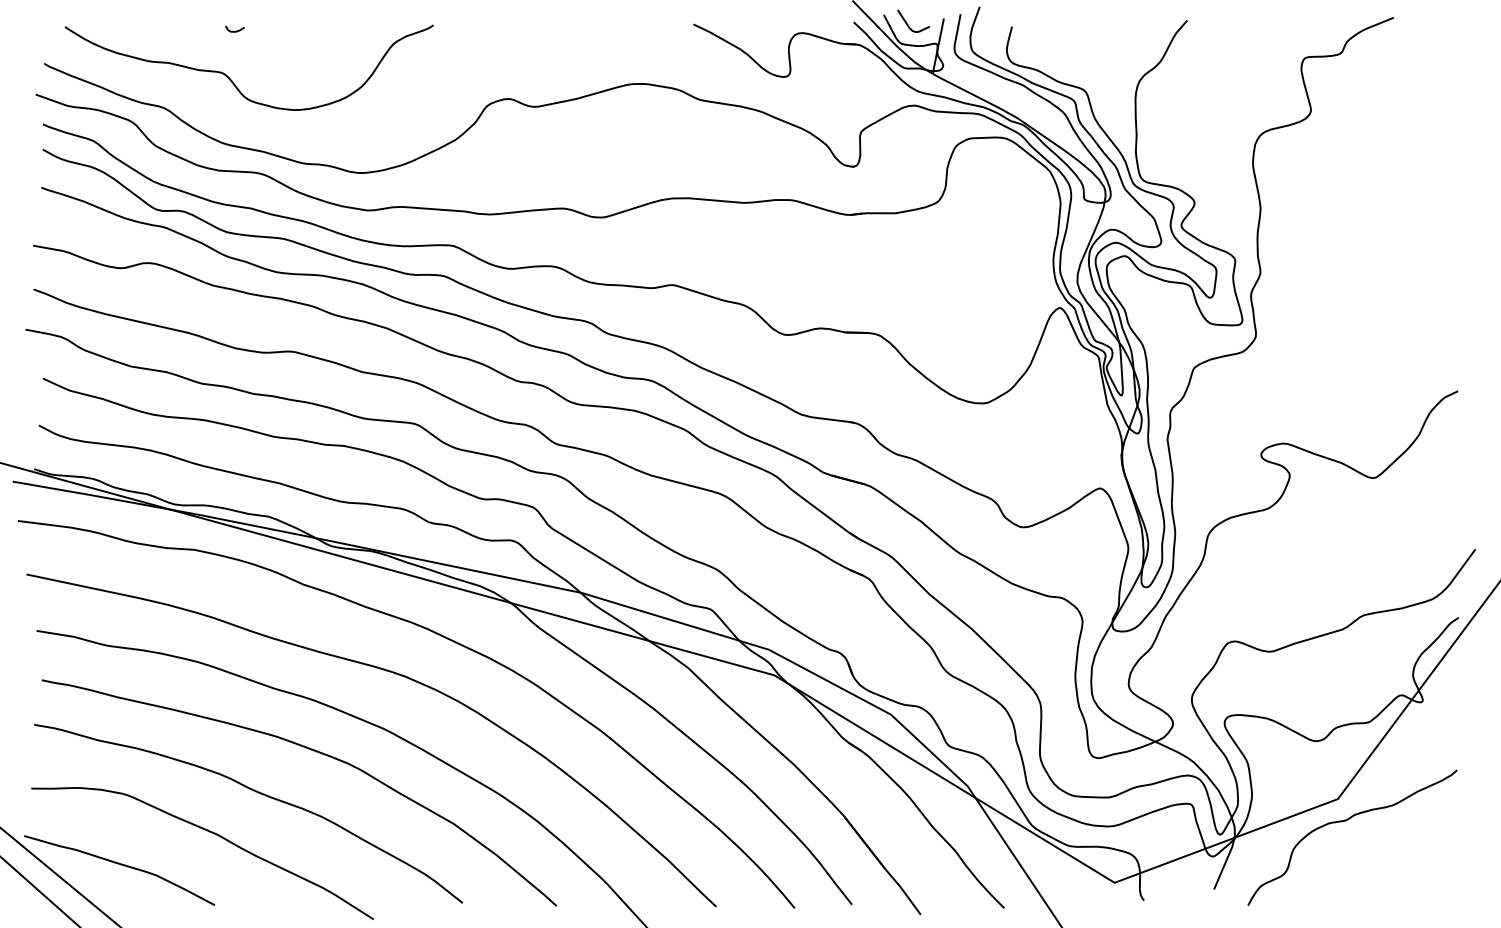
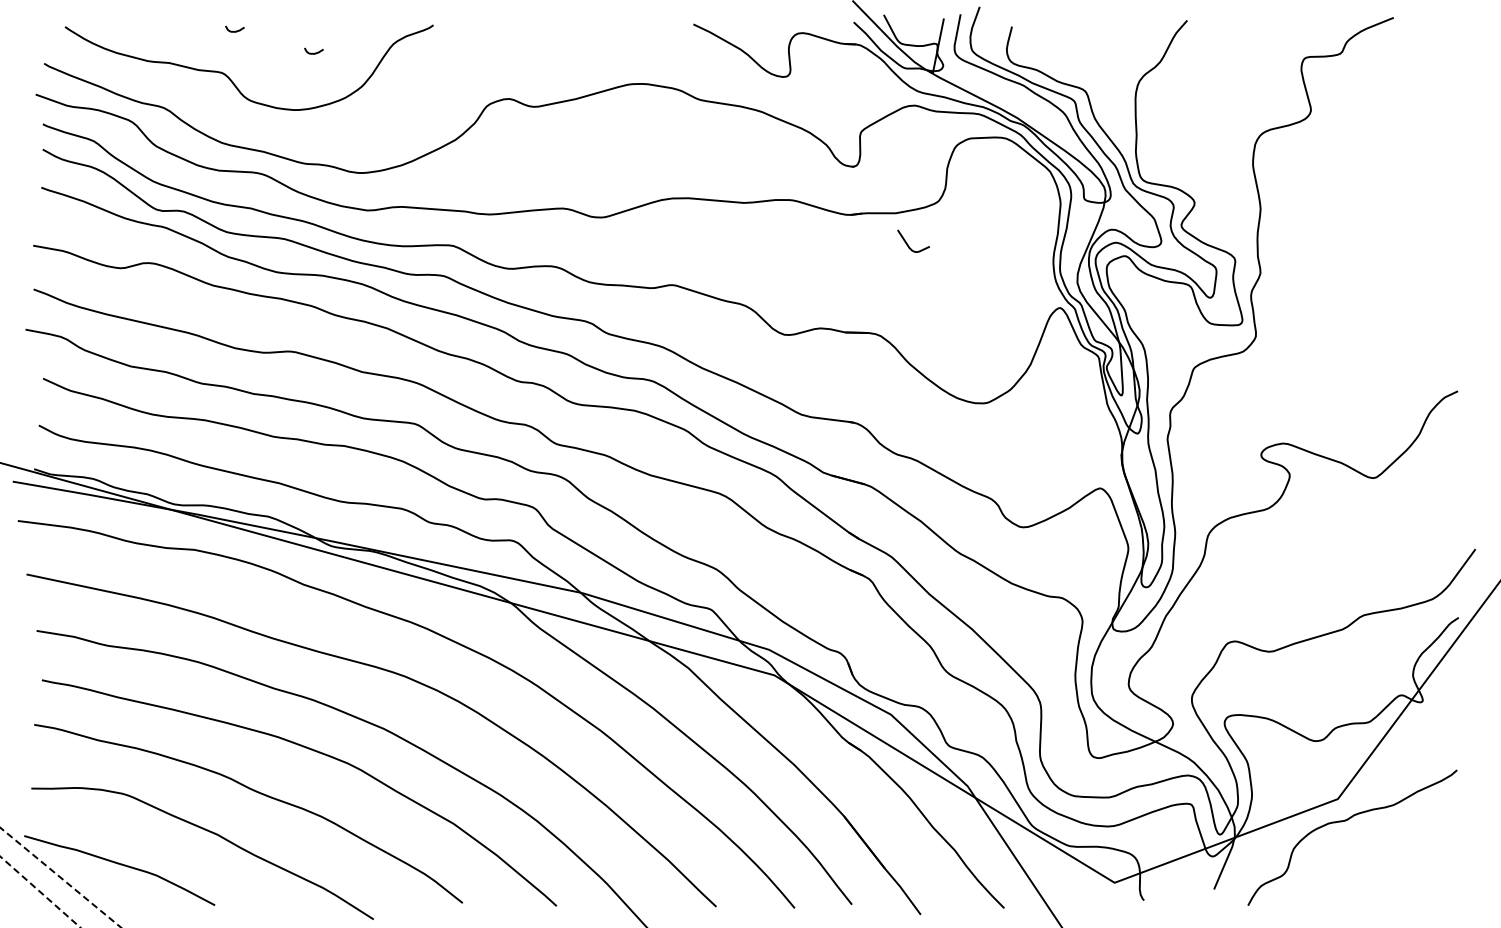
curve at (908, 24) position: (908, 24) -> (908, 244)
curve at (314, 52): none -> present
line at (60, 877): solid -> dashed
line at (40, 892): solid -> dashed
